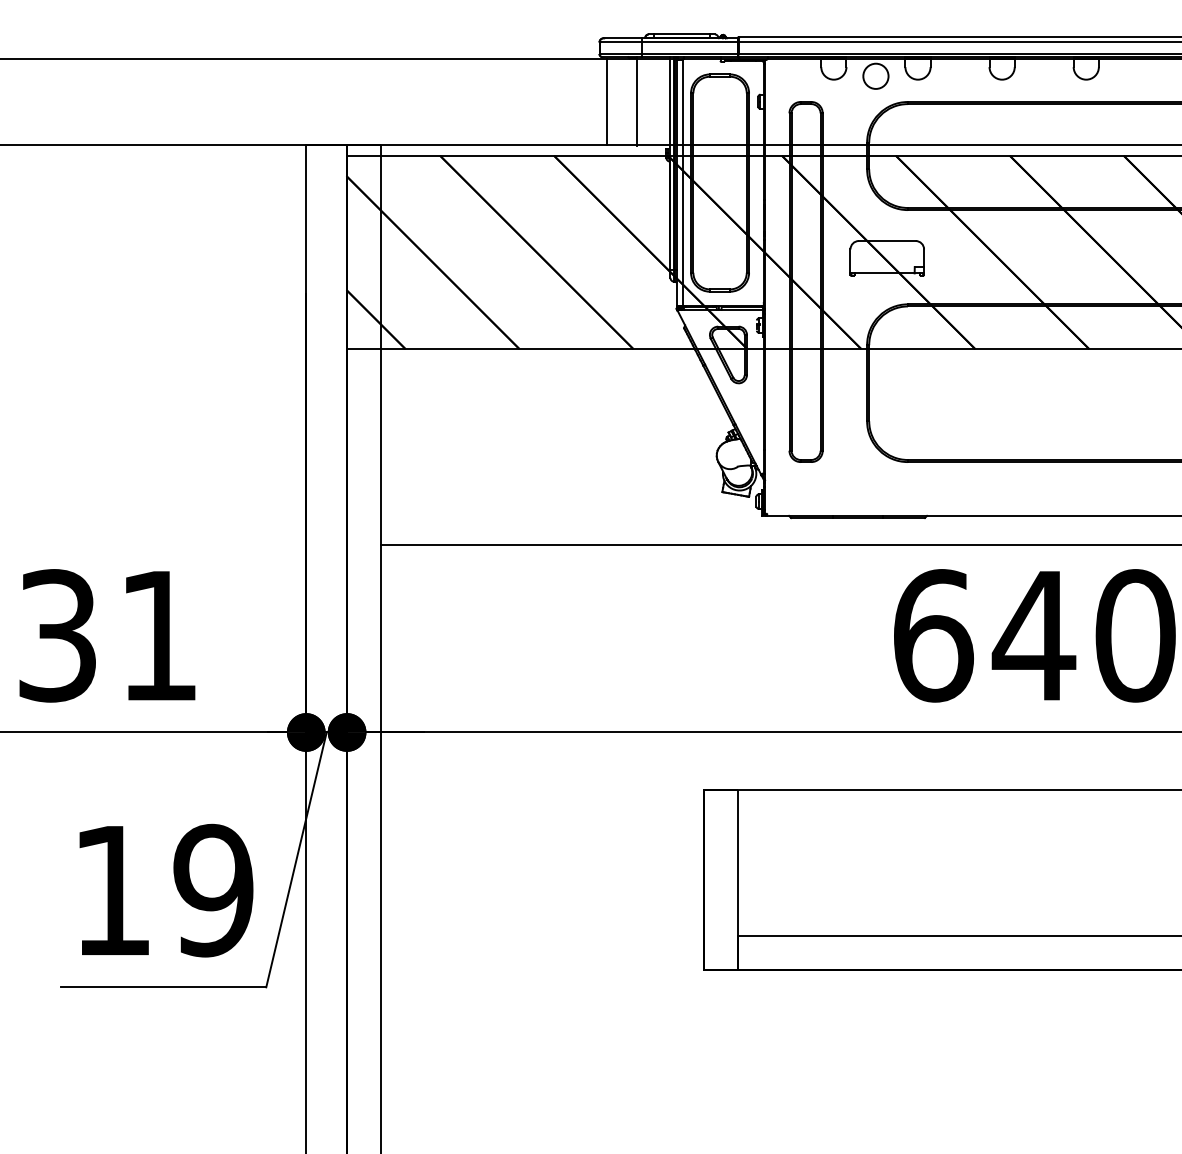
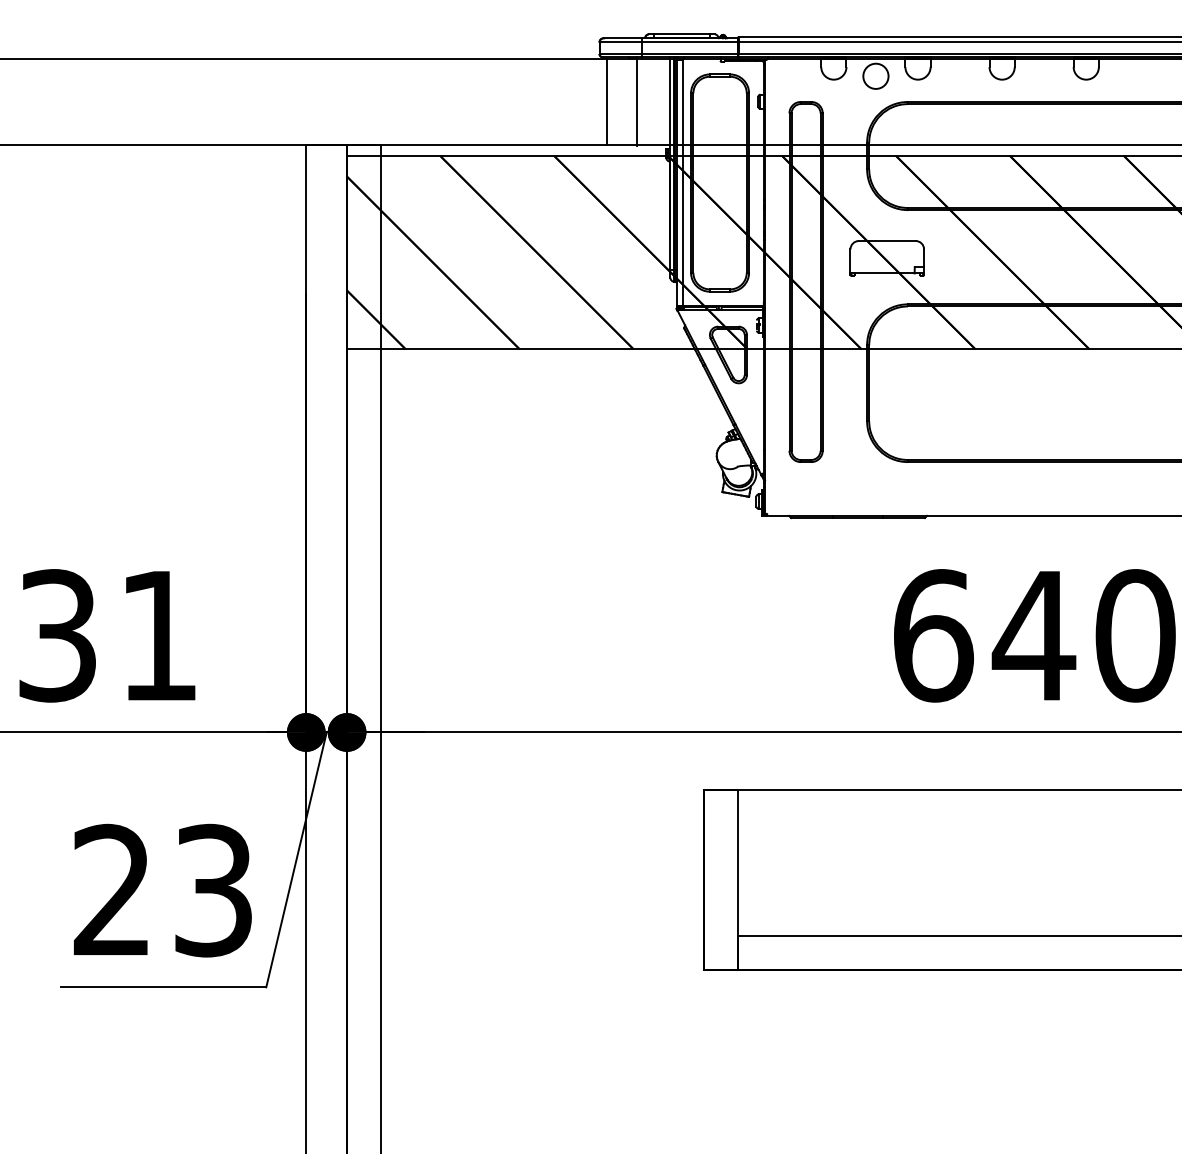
line at (779, 544): present -> none
text at (163, 890): 19 -> 23
